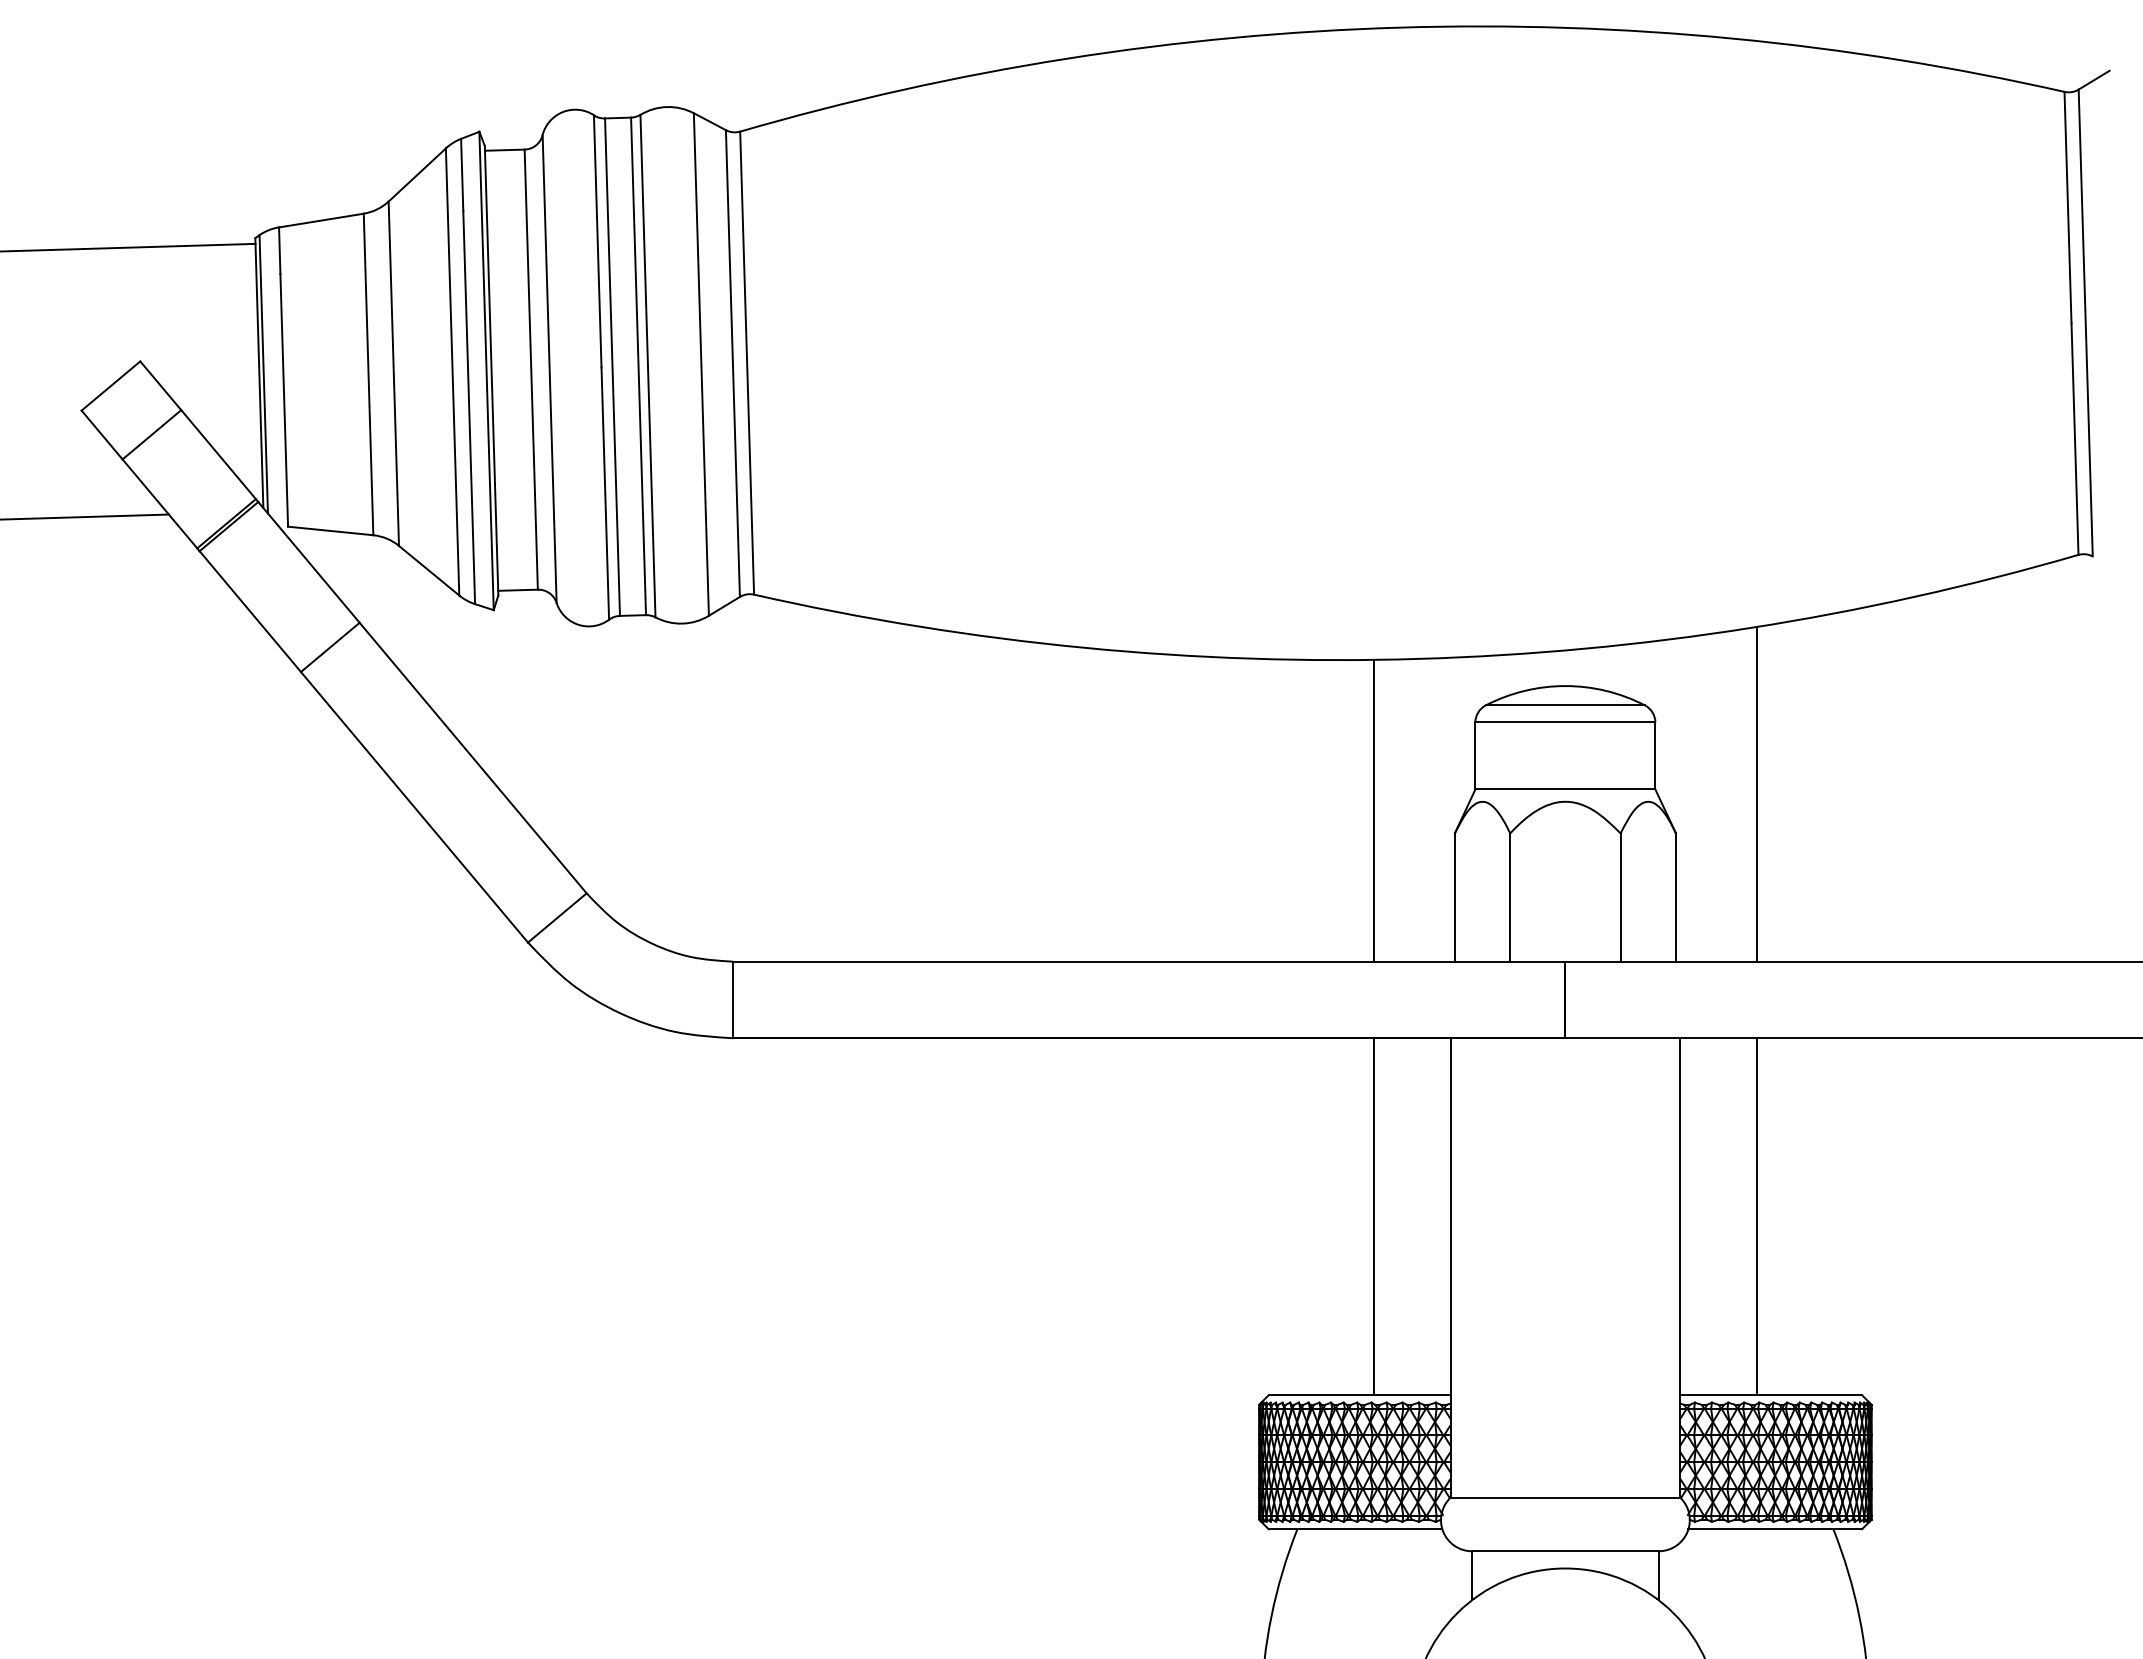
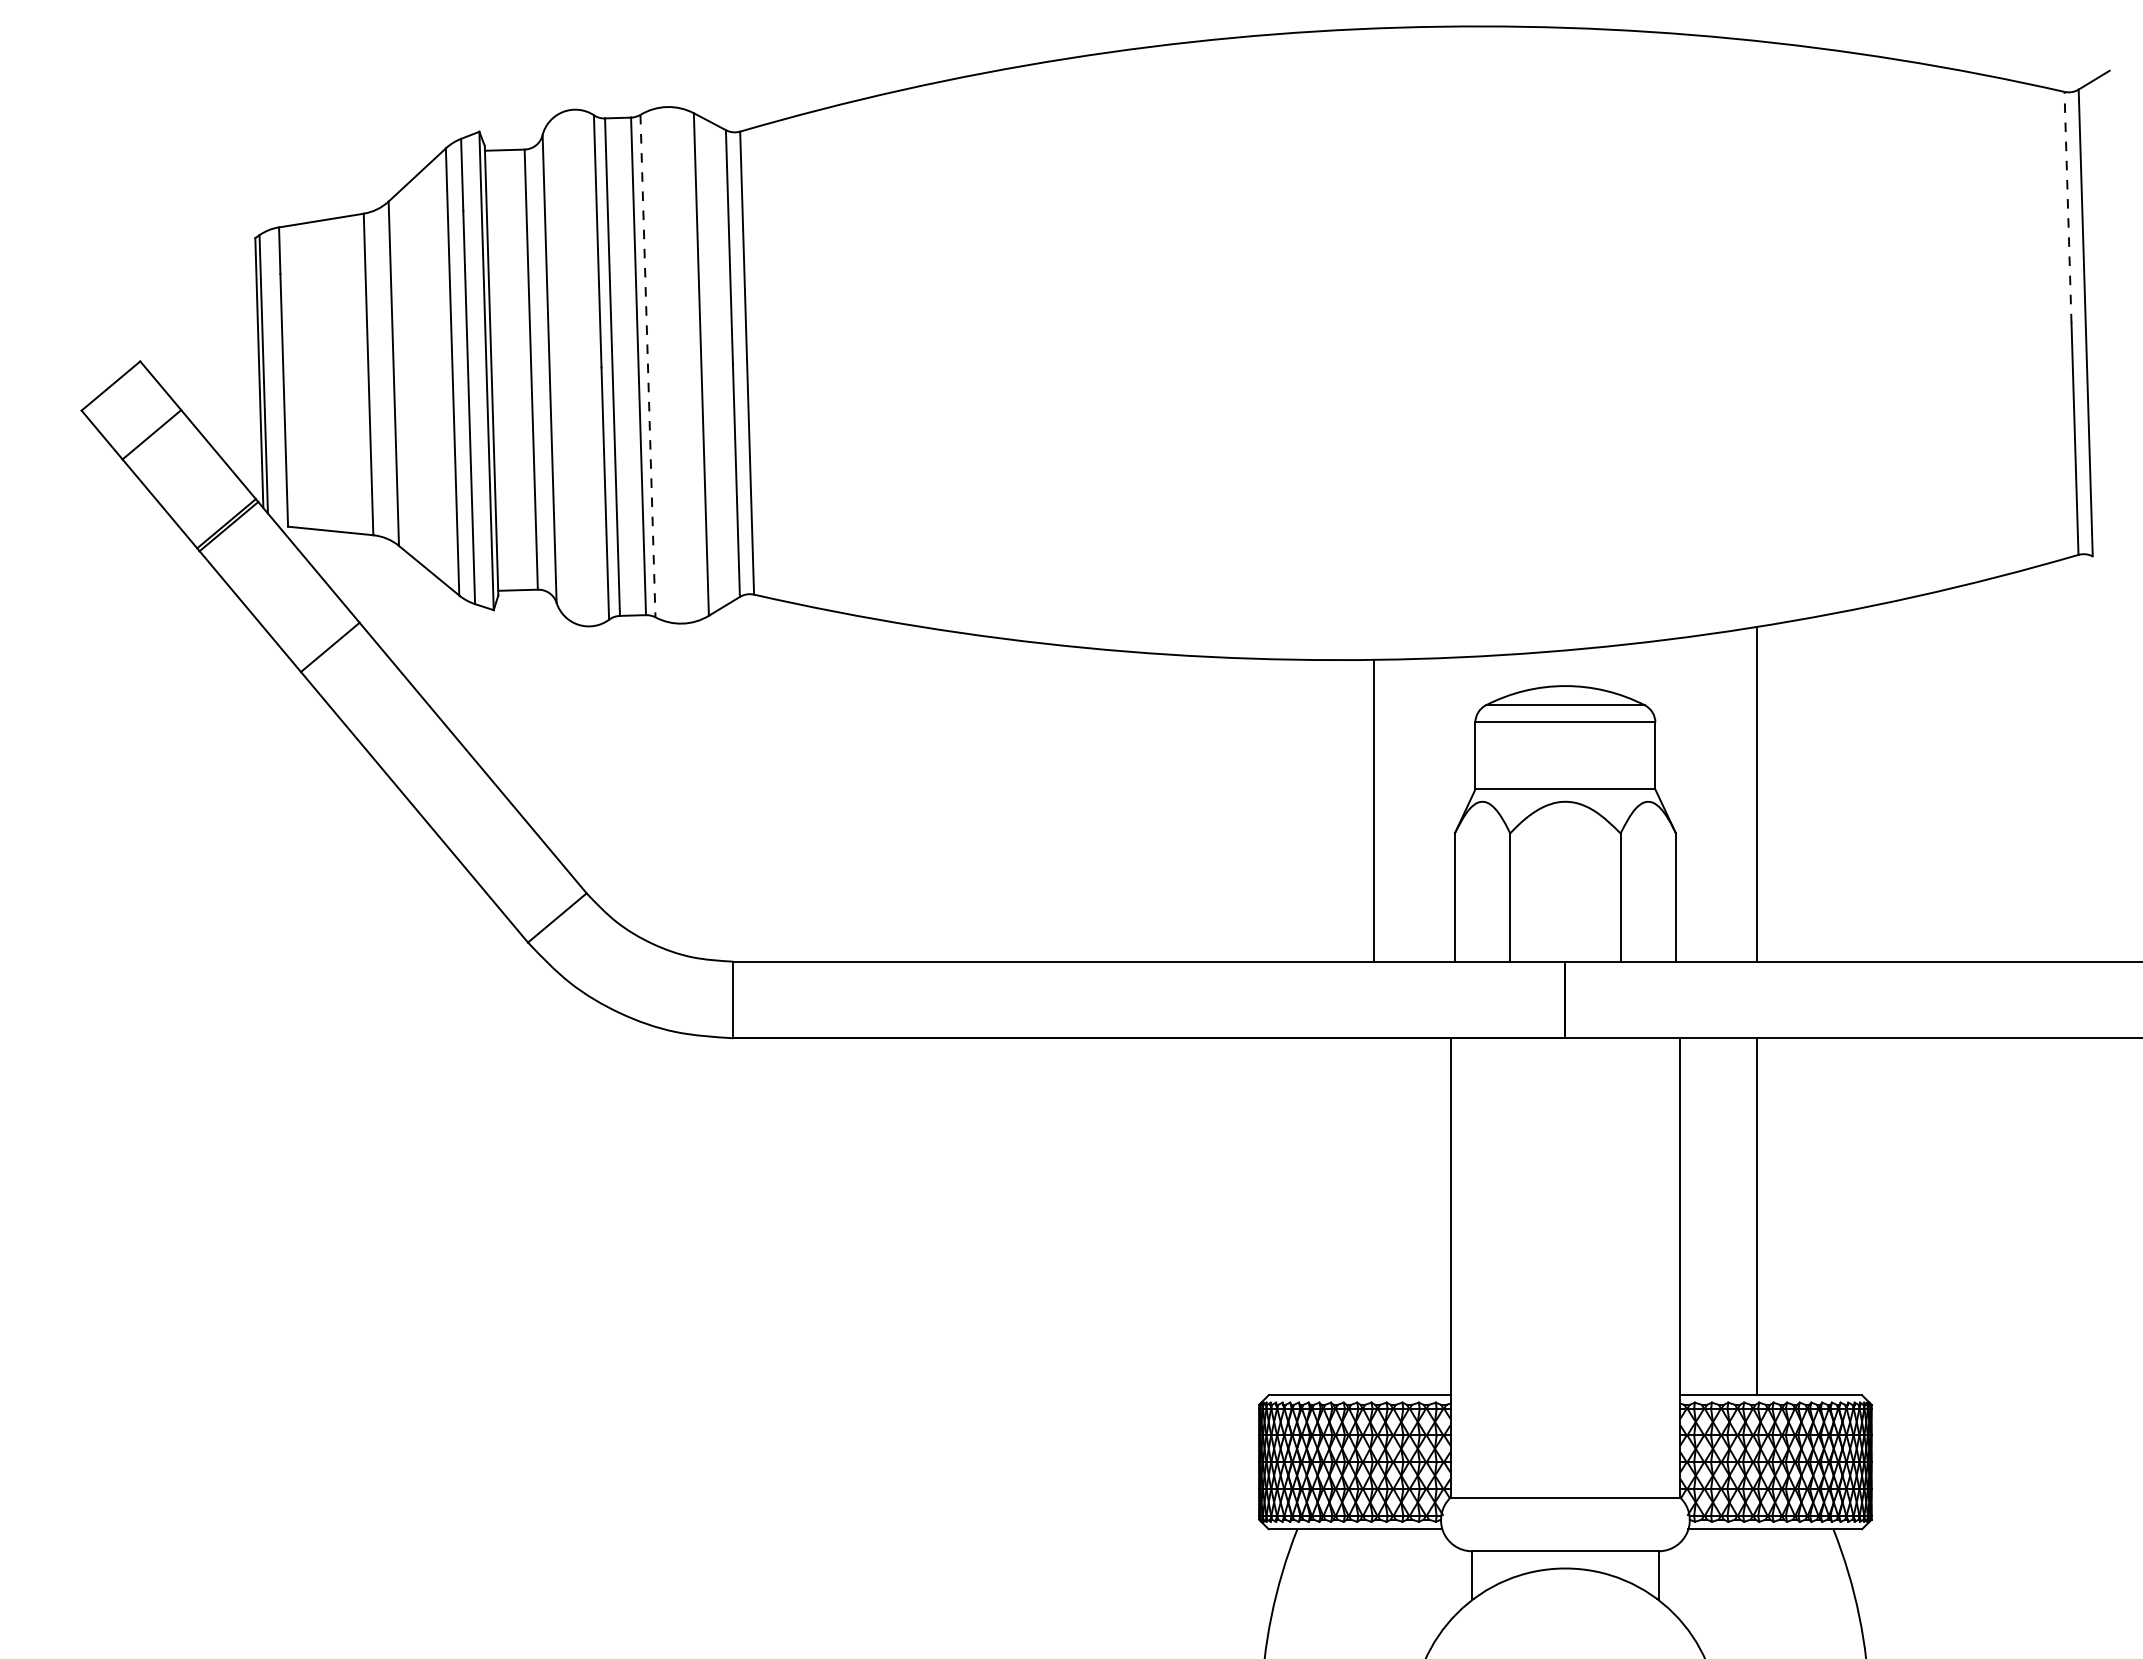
line at (2068, 207): solid -> dashed
line at (128, 247): present -> none
line at (648, 366): solid -> dashed
line at (85, 516): present -> none
line at (1373, 1216): present -> none
